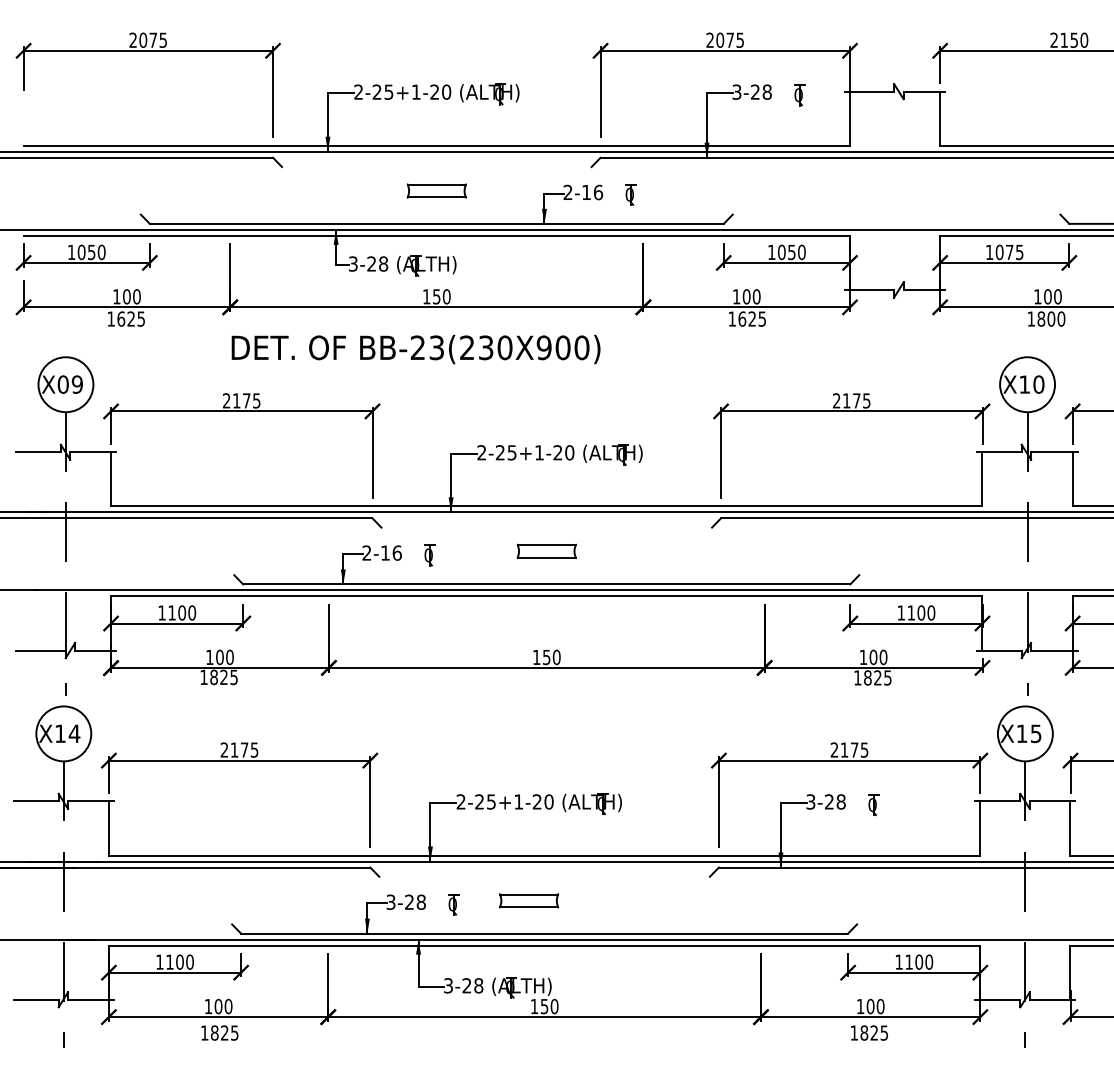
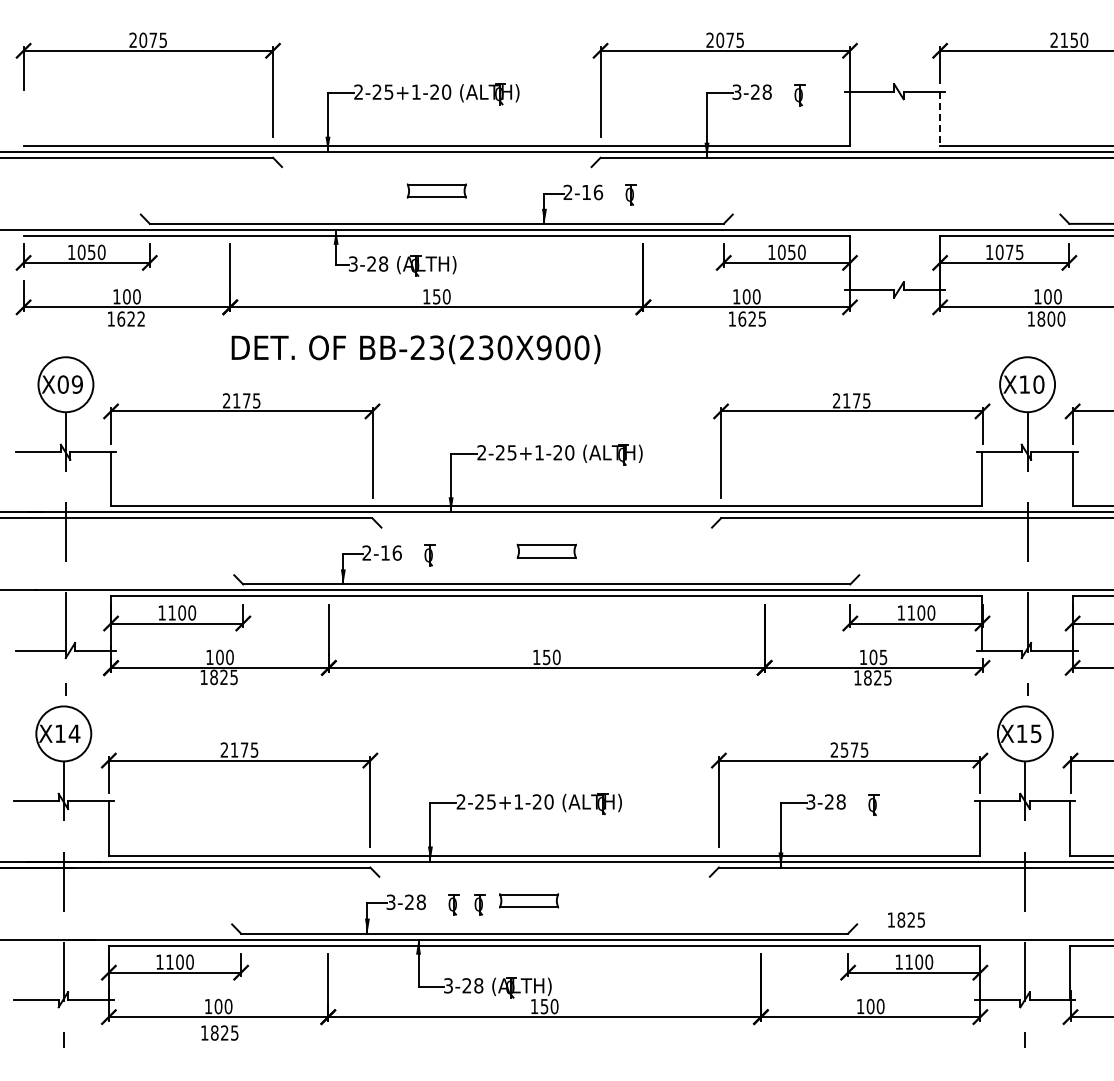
line at (940, 119): solid -> dashed
text at (140, 318): 1625 -> 1622
text at (883, 657): 100 -> 105
text at (844, 749): 2175 -> 2575
part at (479, 904): none -> present
text at (869, 1032) position: (869, 1032) -> (906, 919)
